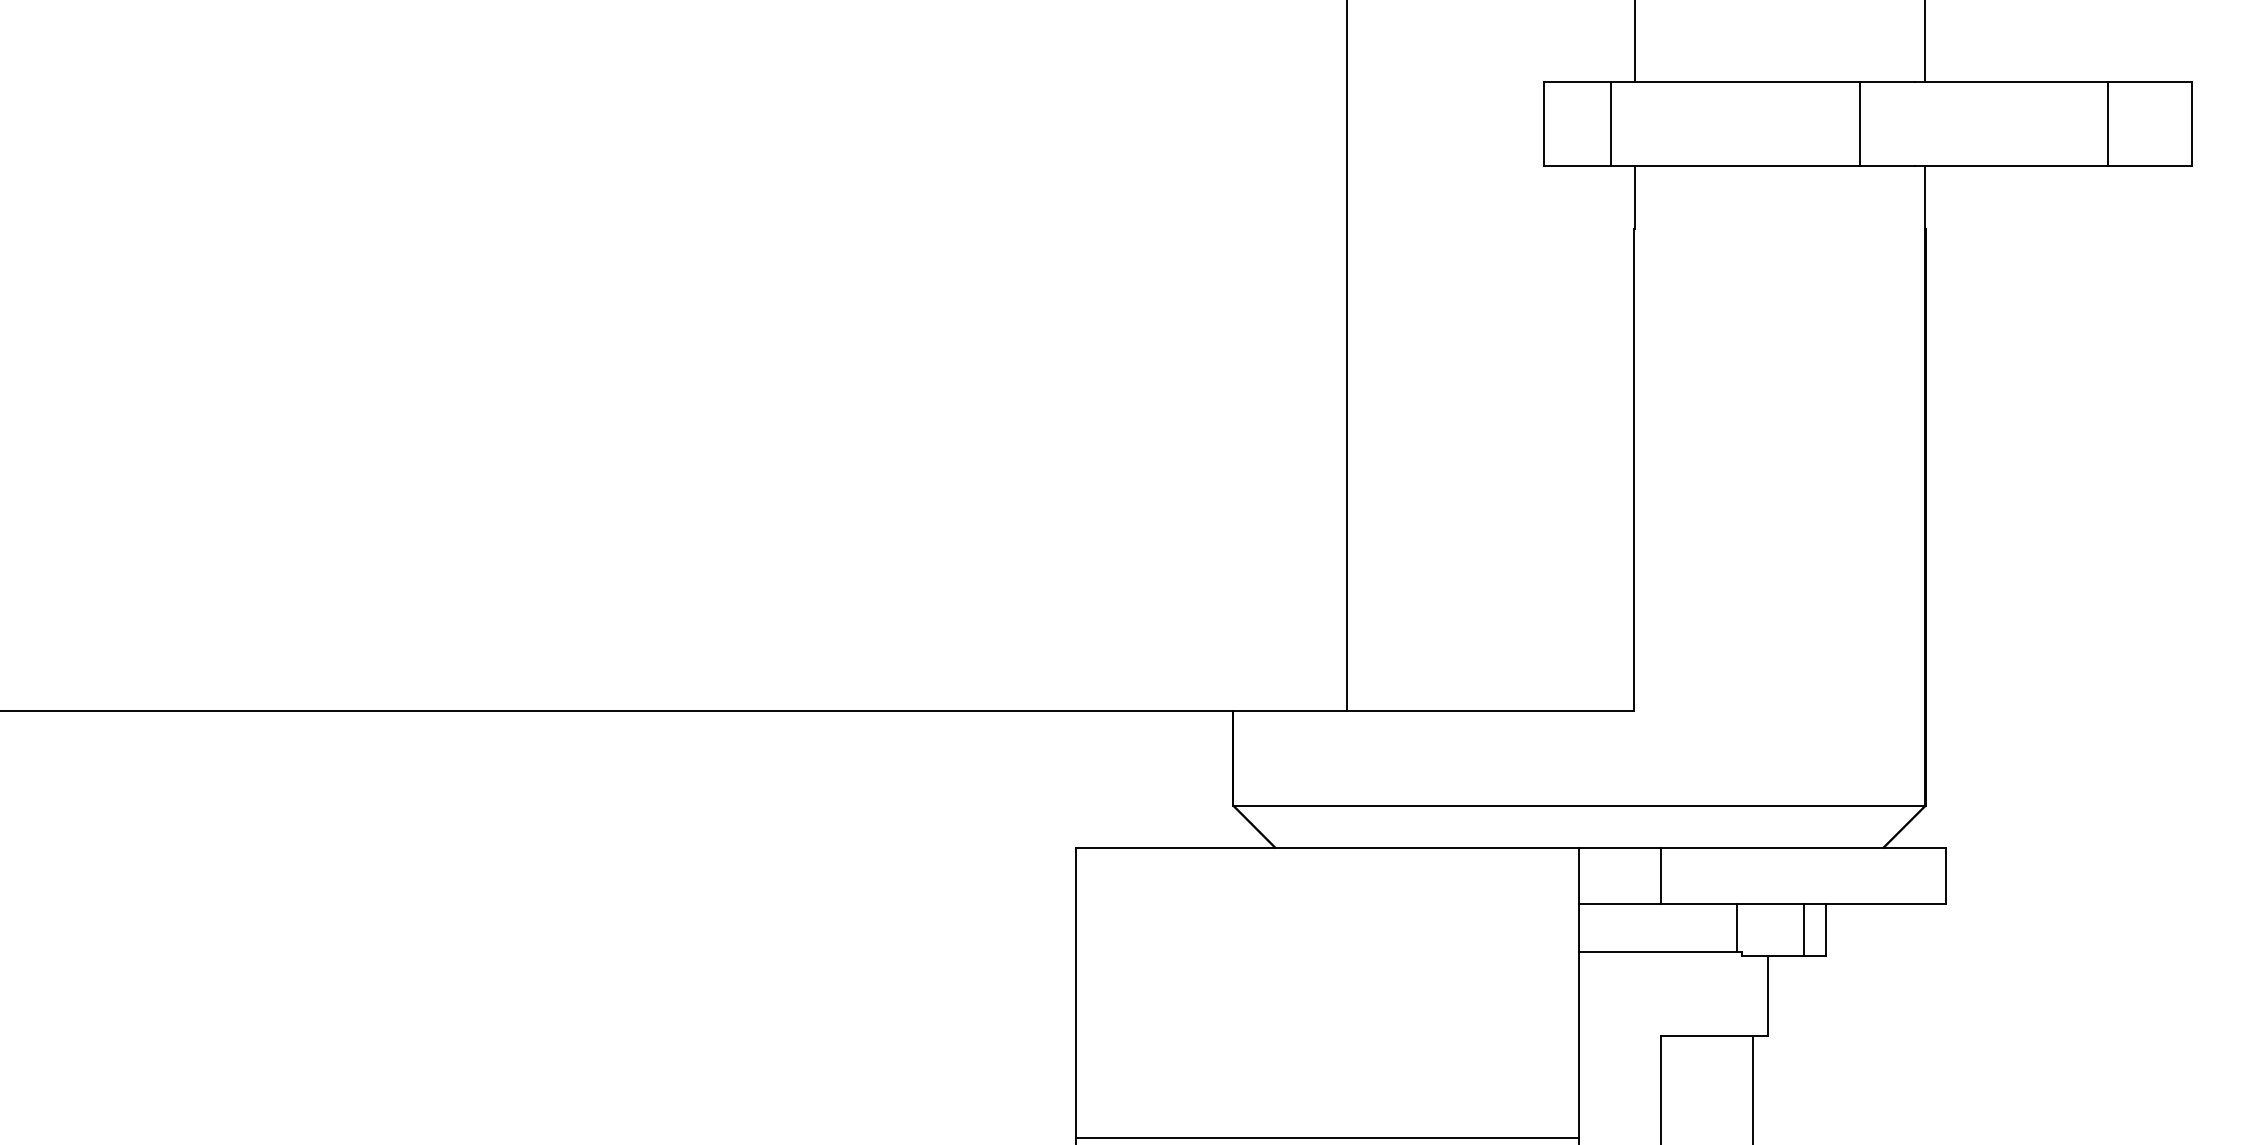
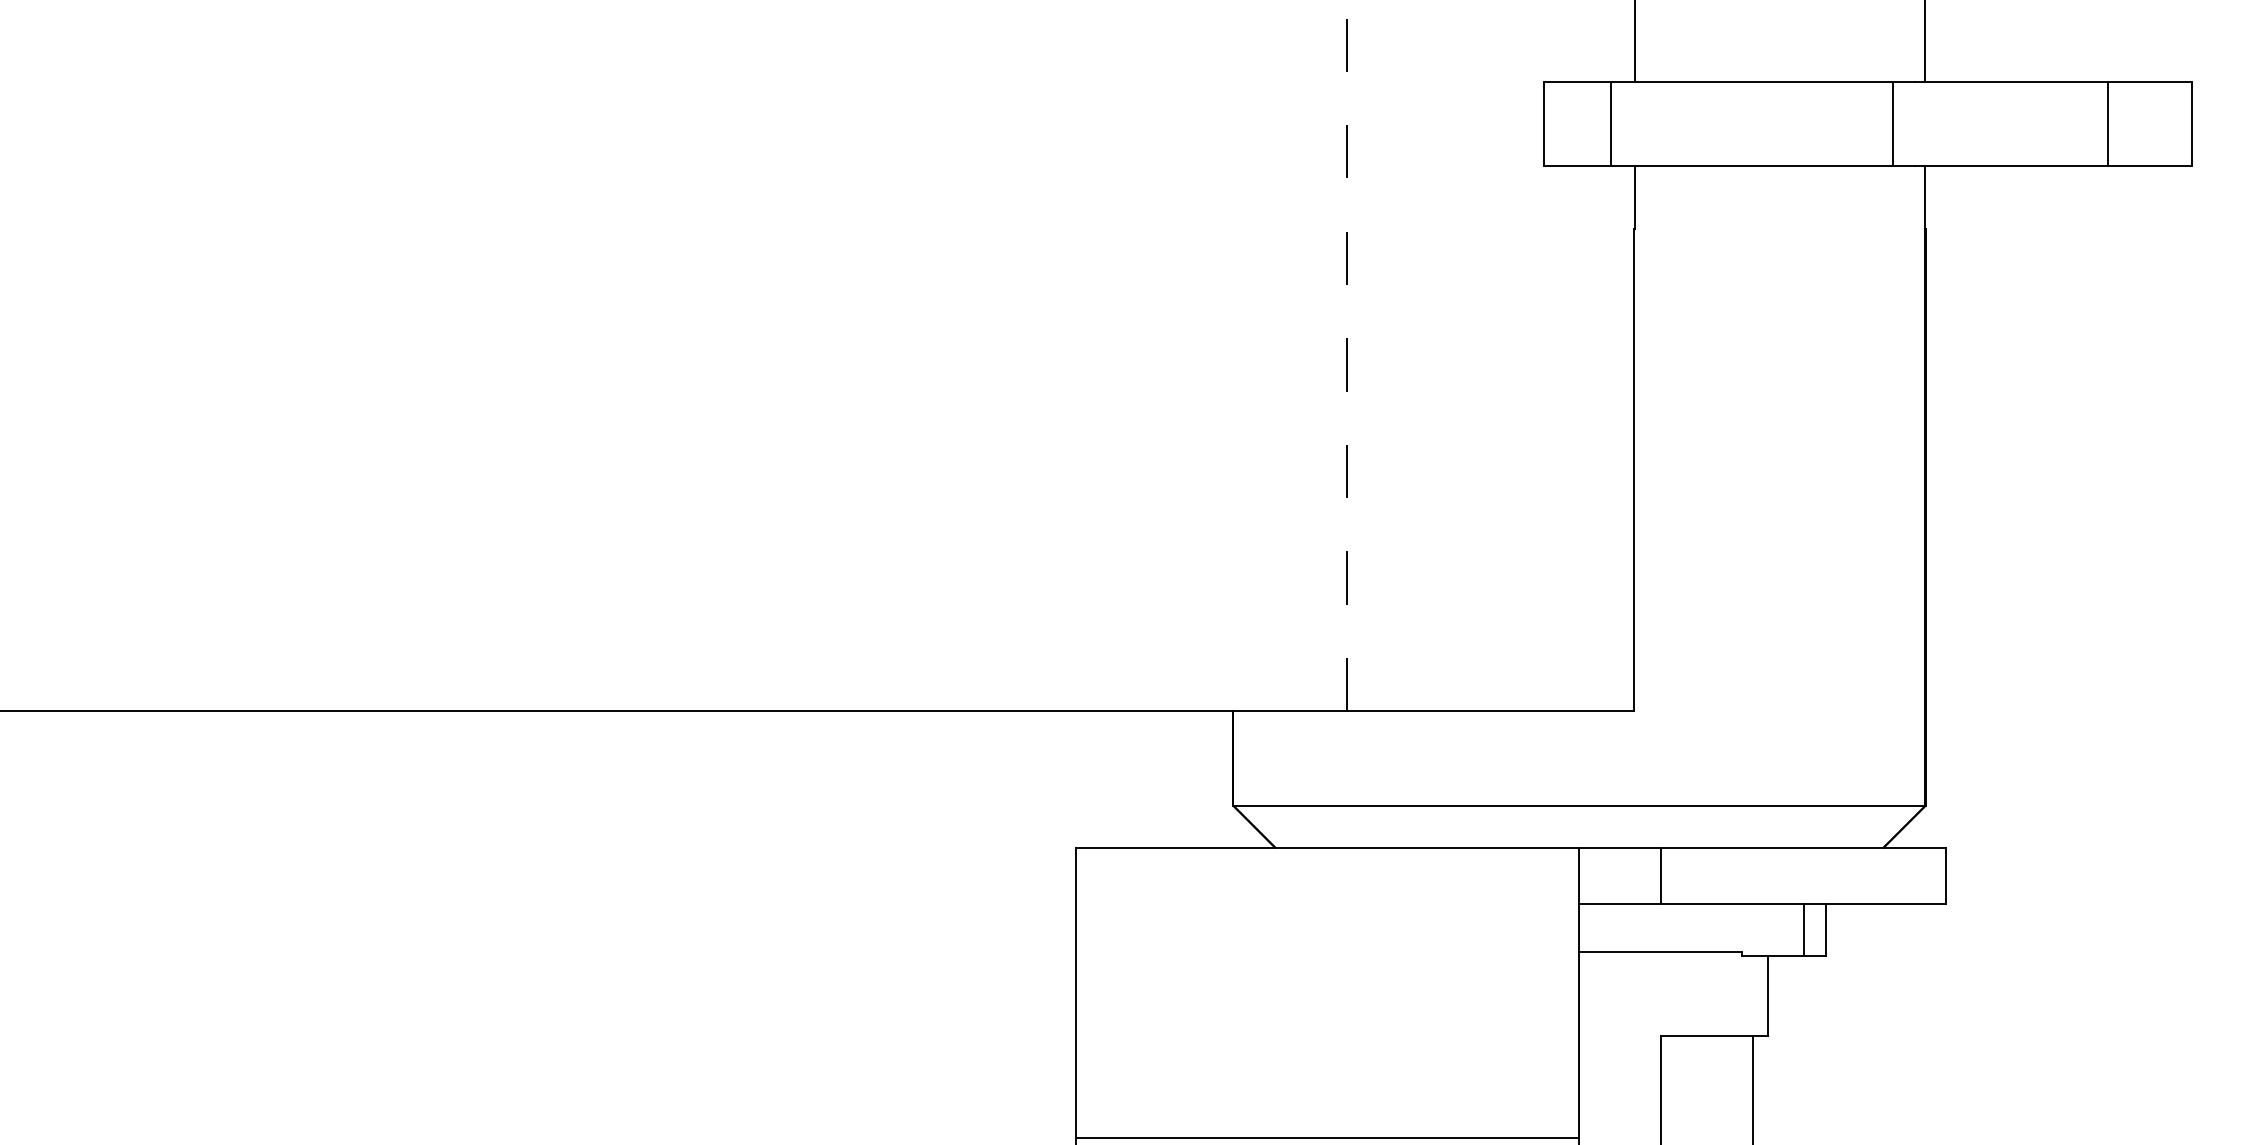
line at (1859, 123) position: (1859, 123) -> (1892, 123)
line at (1347, 355): solid -> dashed
line at (1737, 927): present -> none
